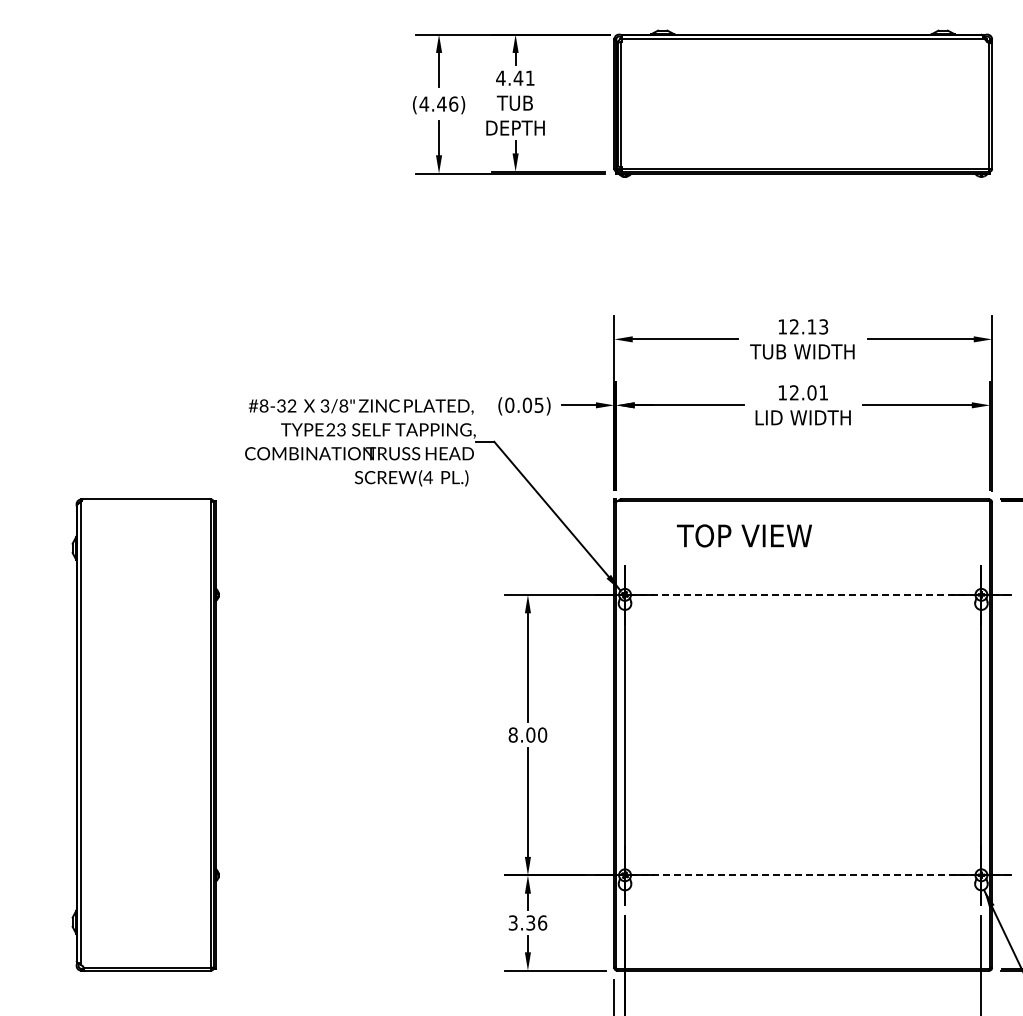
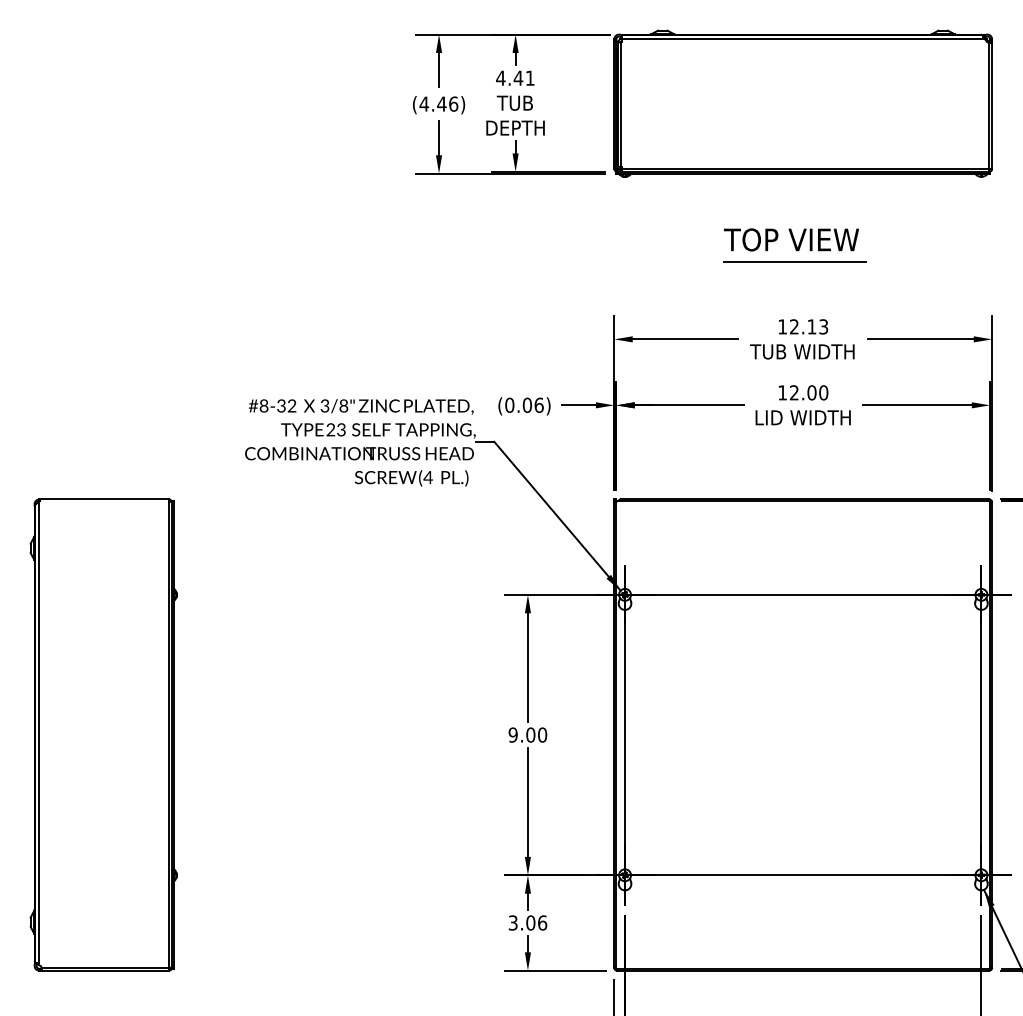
line at (794, 262): none -> present
text at (823, 392): 12.01 -> 12.00
text at (538, 404): (0.05) -> (0.06)
text at (744, 535) position: (744, 535) -> (791, 239)
line at (803, 594): dashed -> solid
part at (145, 734) position: (145, 734) -> (103, 734)
text at (512, 734): 8.00 -> 9.00
line at (803, 875): dashed -> solid
text at (530, 922): 3.36 -> 3.06
